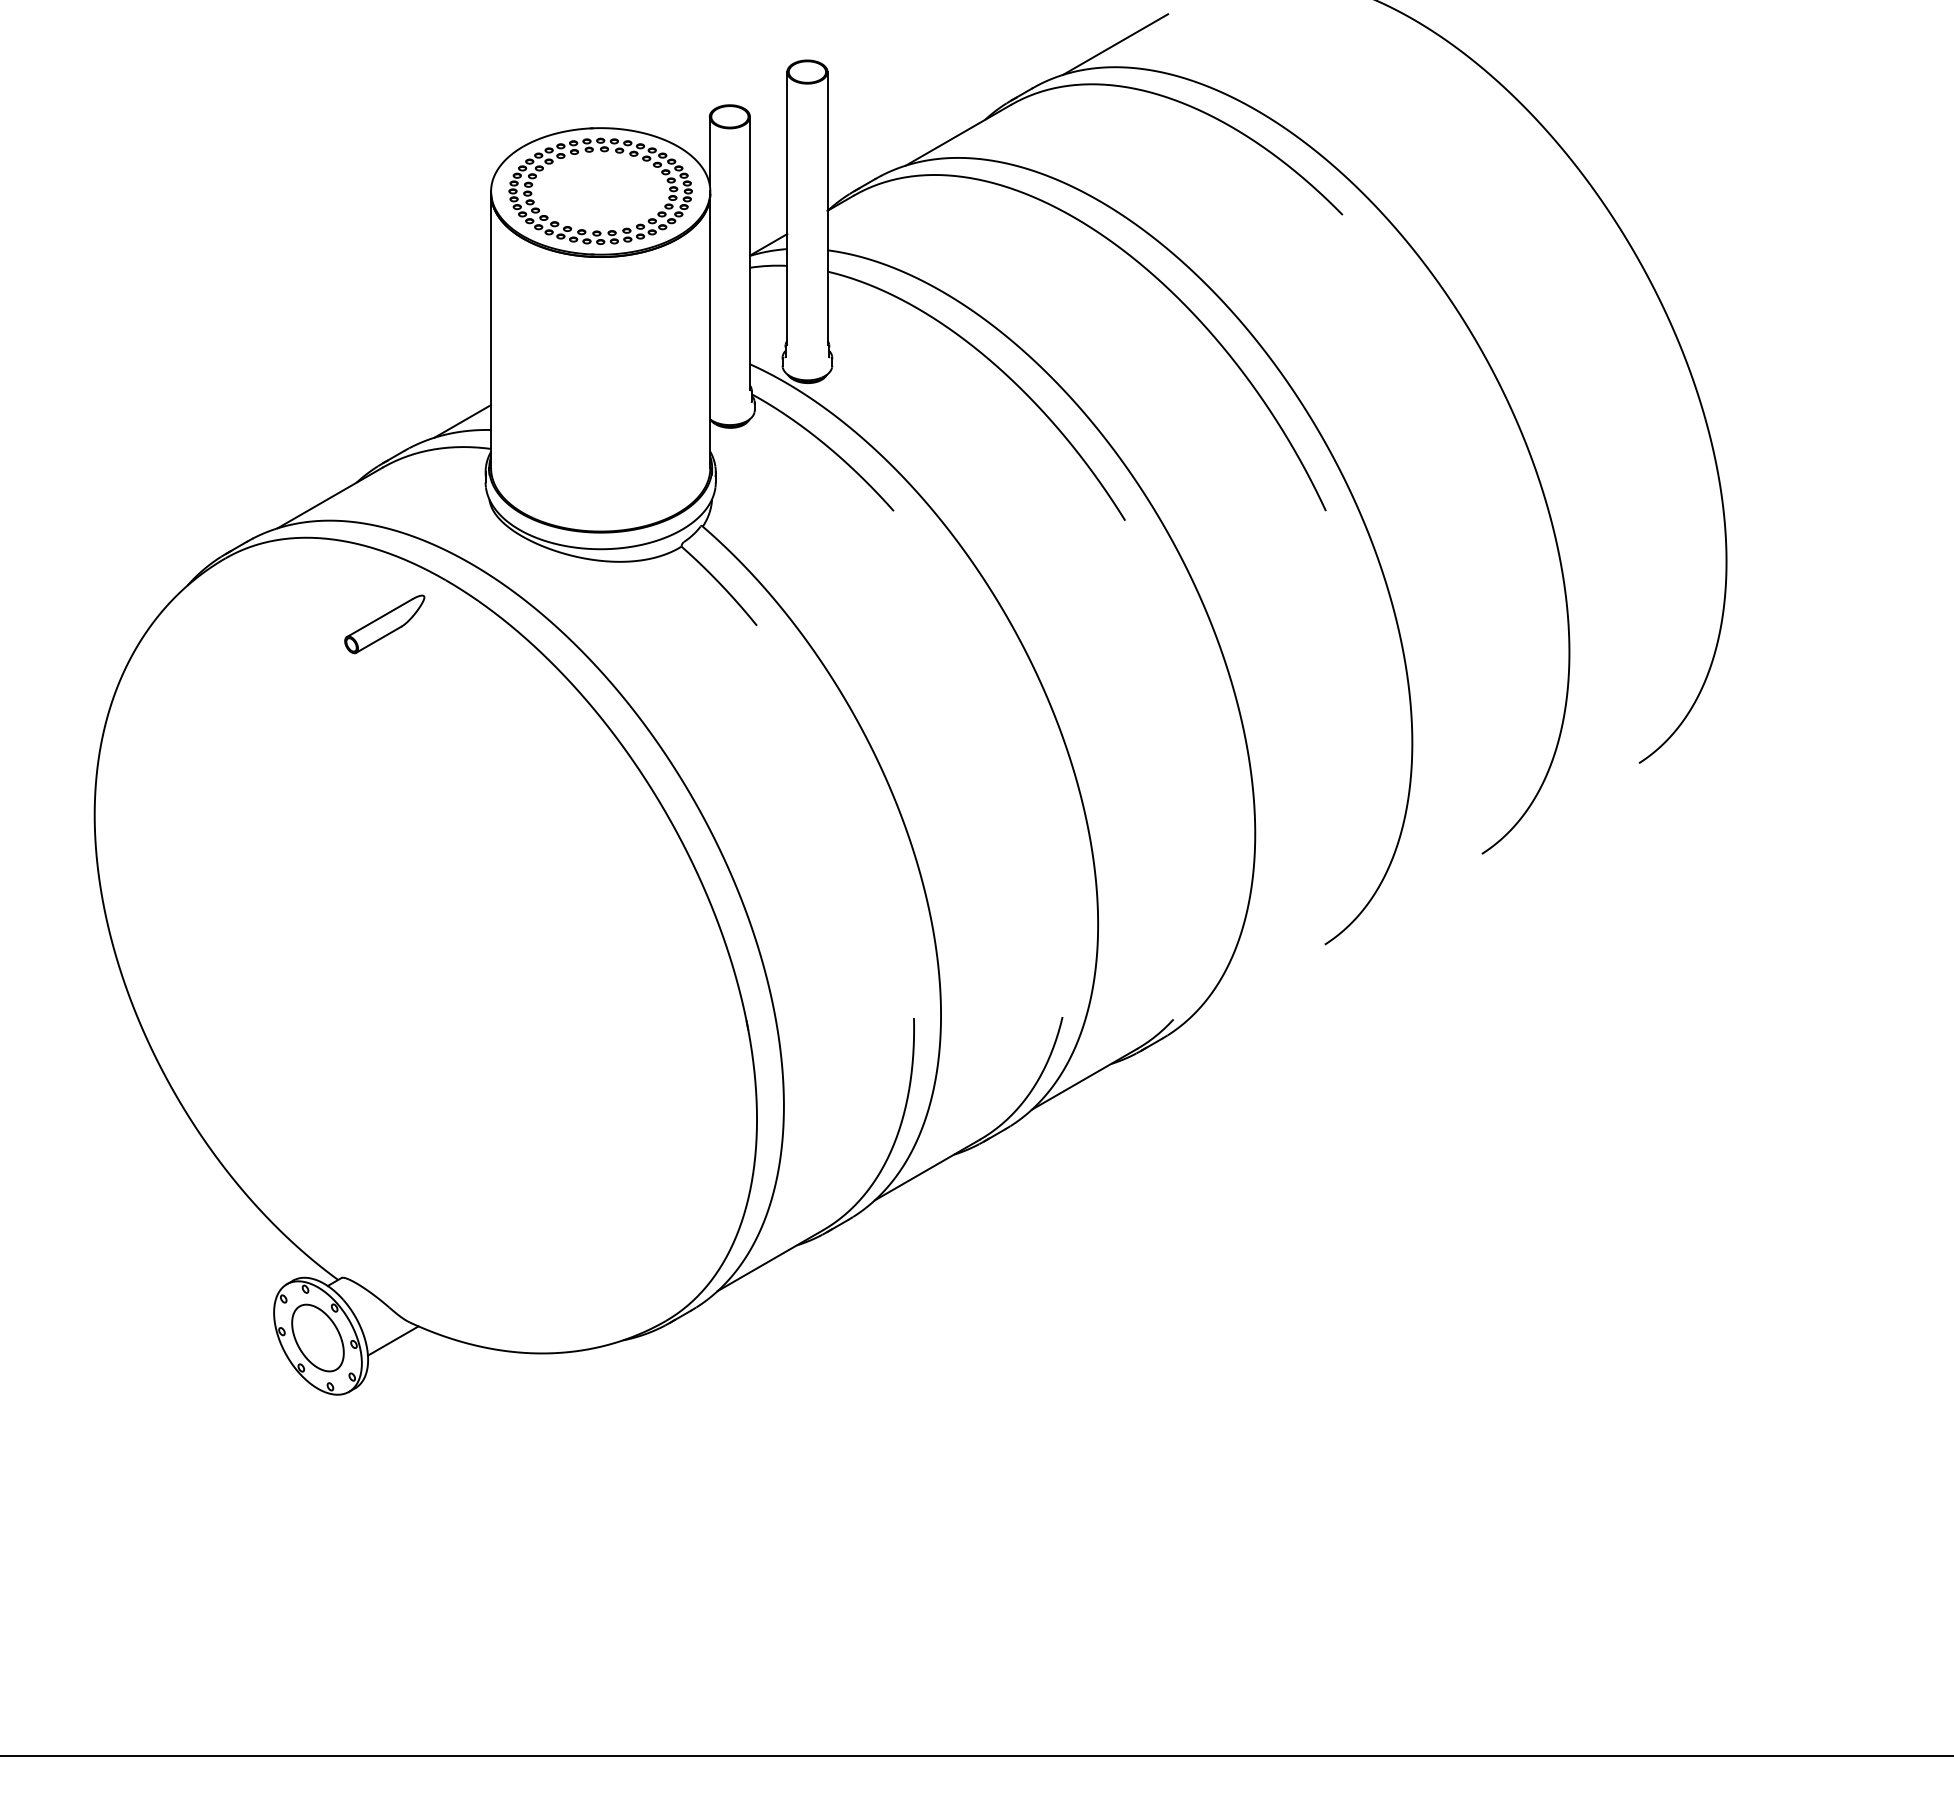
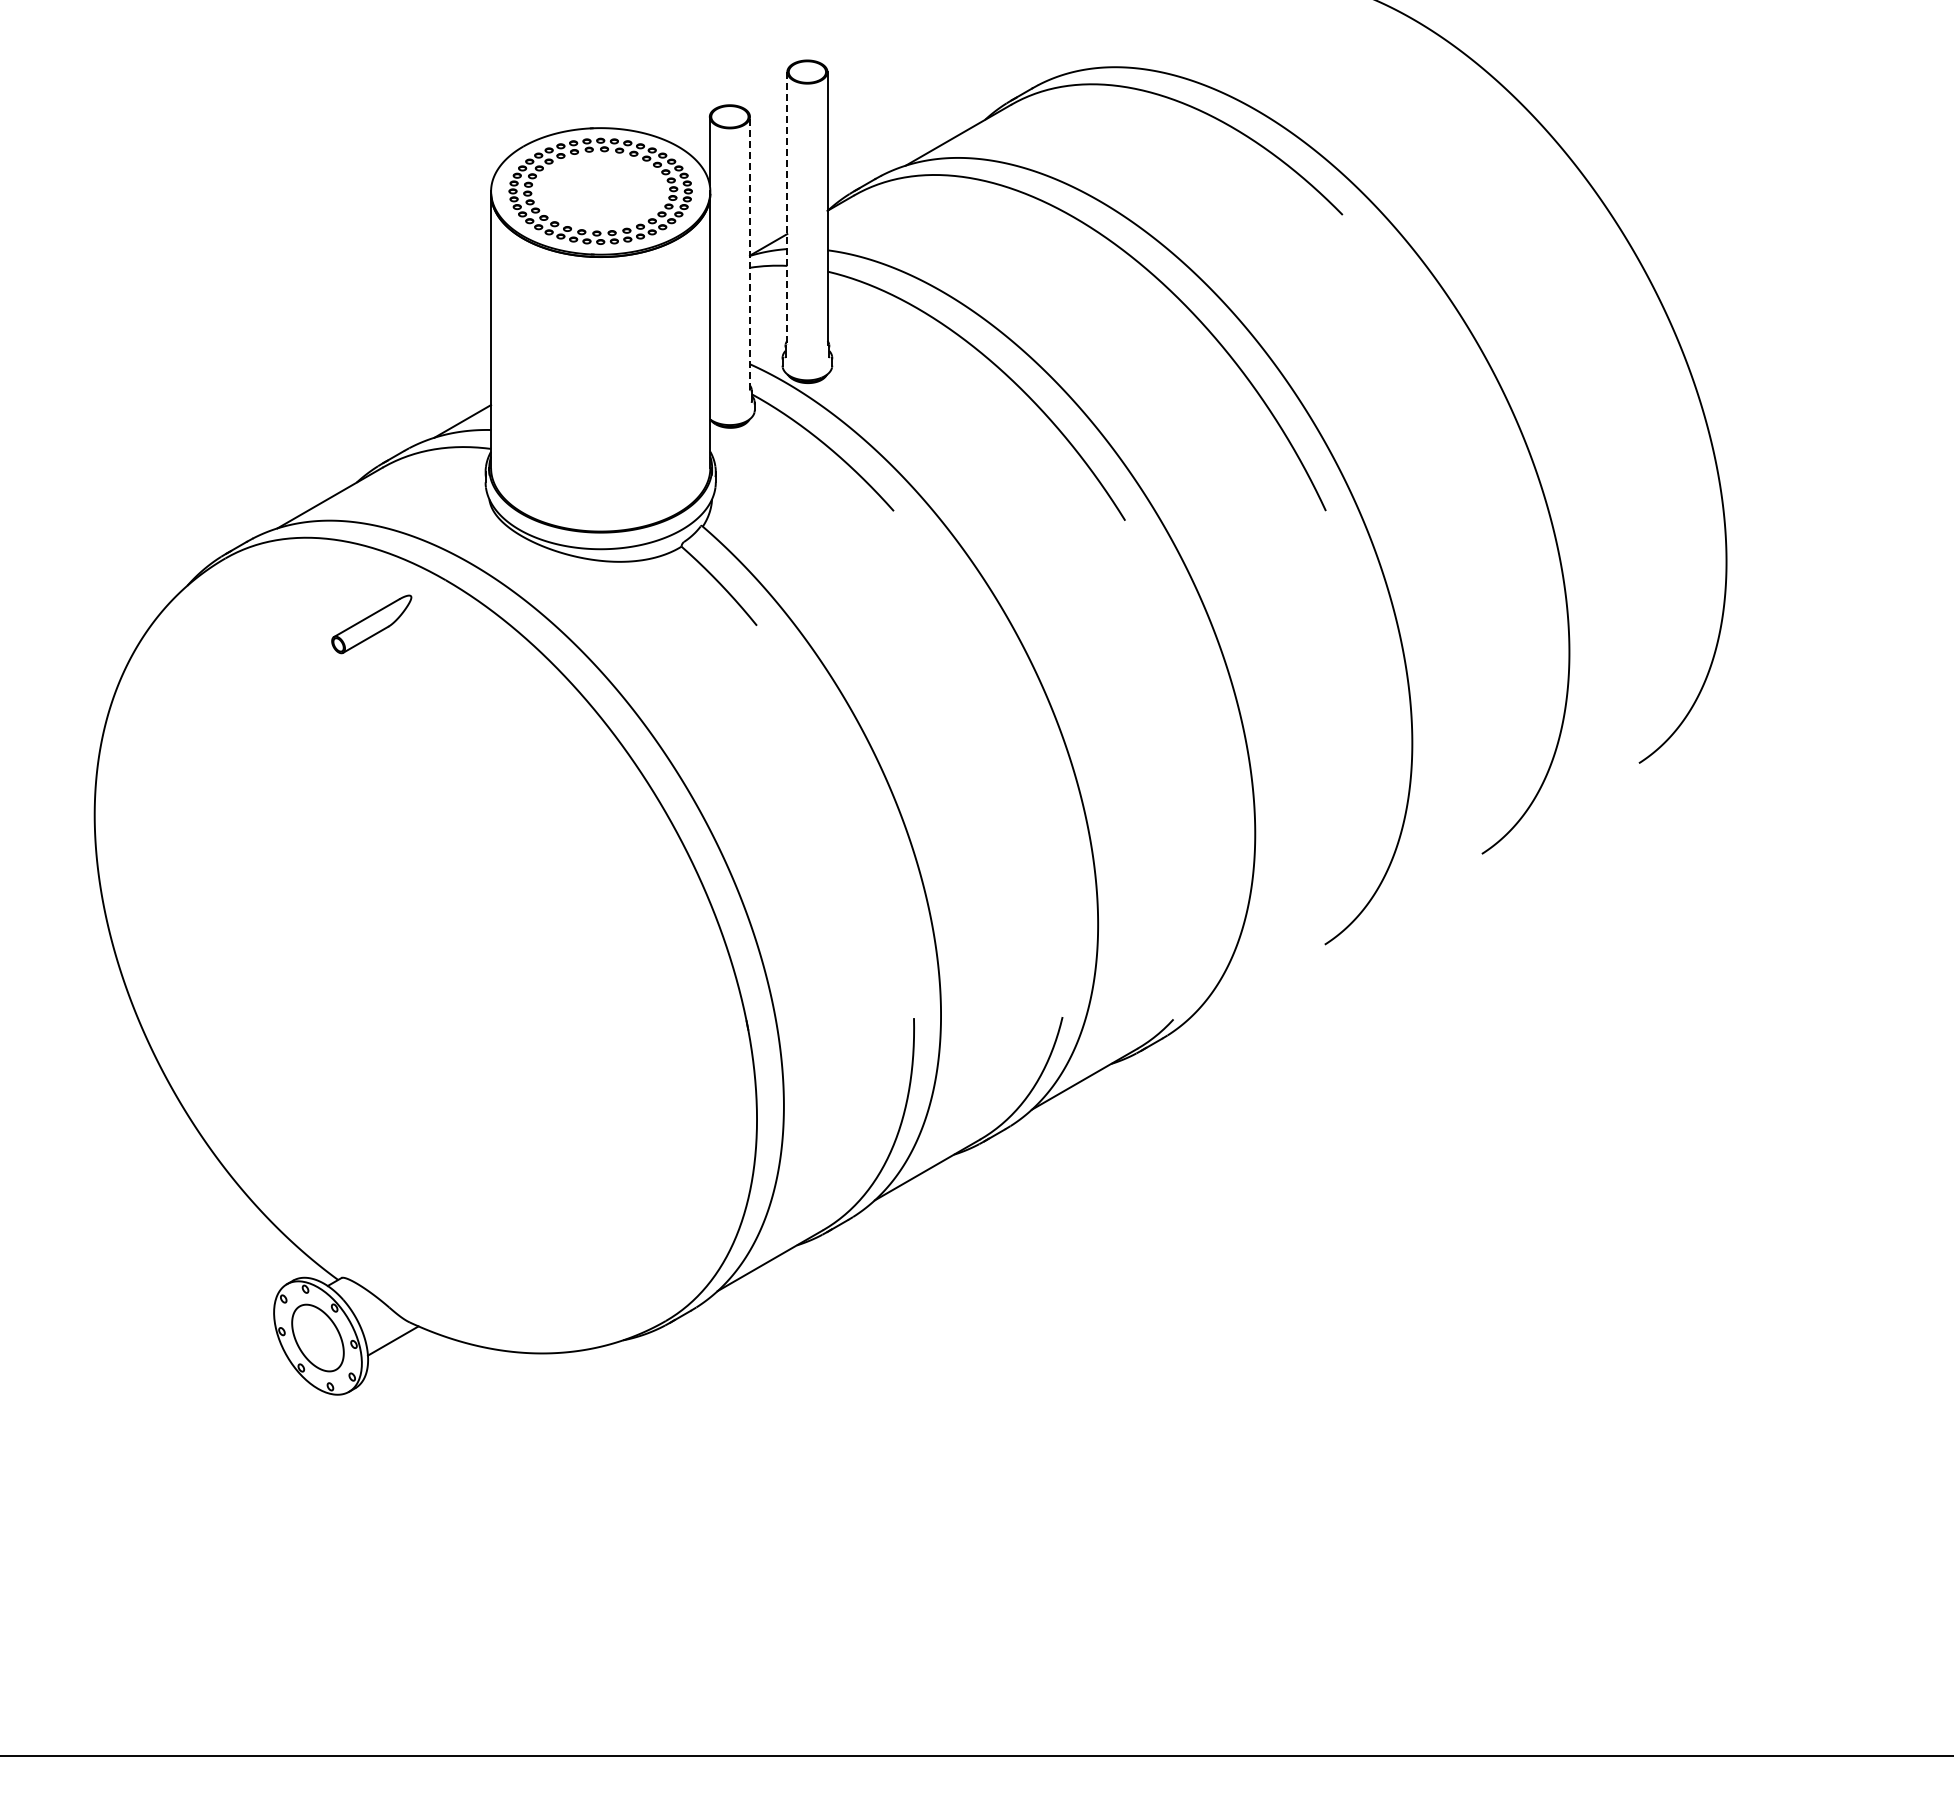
line at (1115, 44): present -> none
line at (787, 208): solid -> dashed
line at (750, 252): solid -> dashed
part at (384, 624) position: (384, 624) -> (371, 624)
